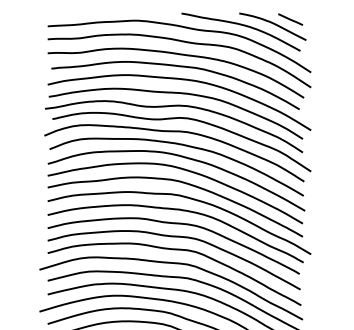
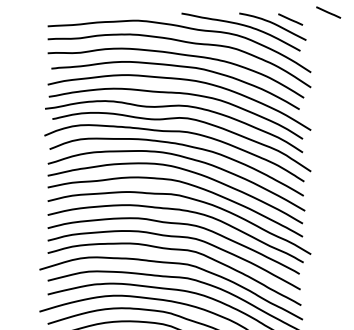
line at (328, 12): none -> present
